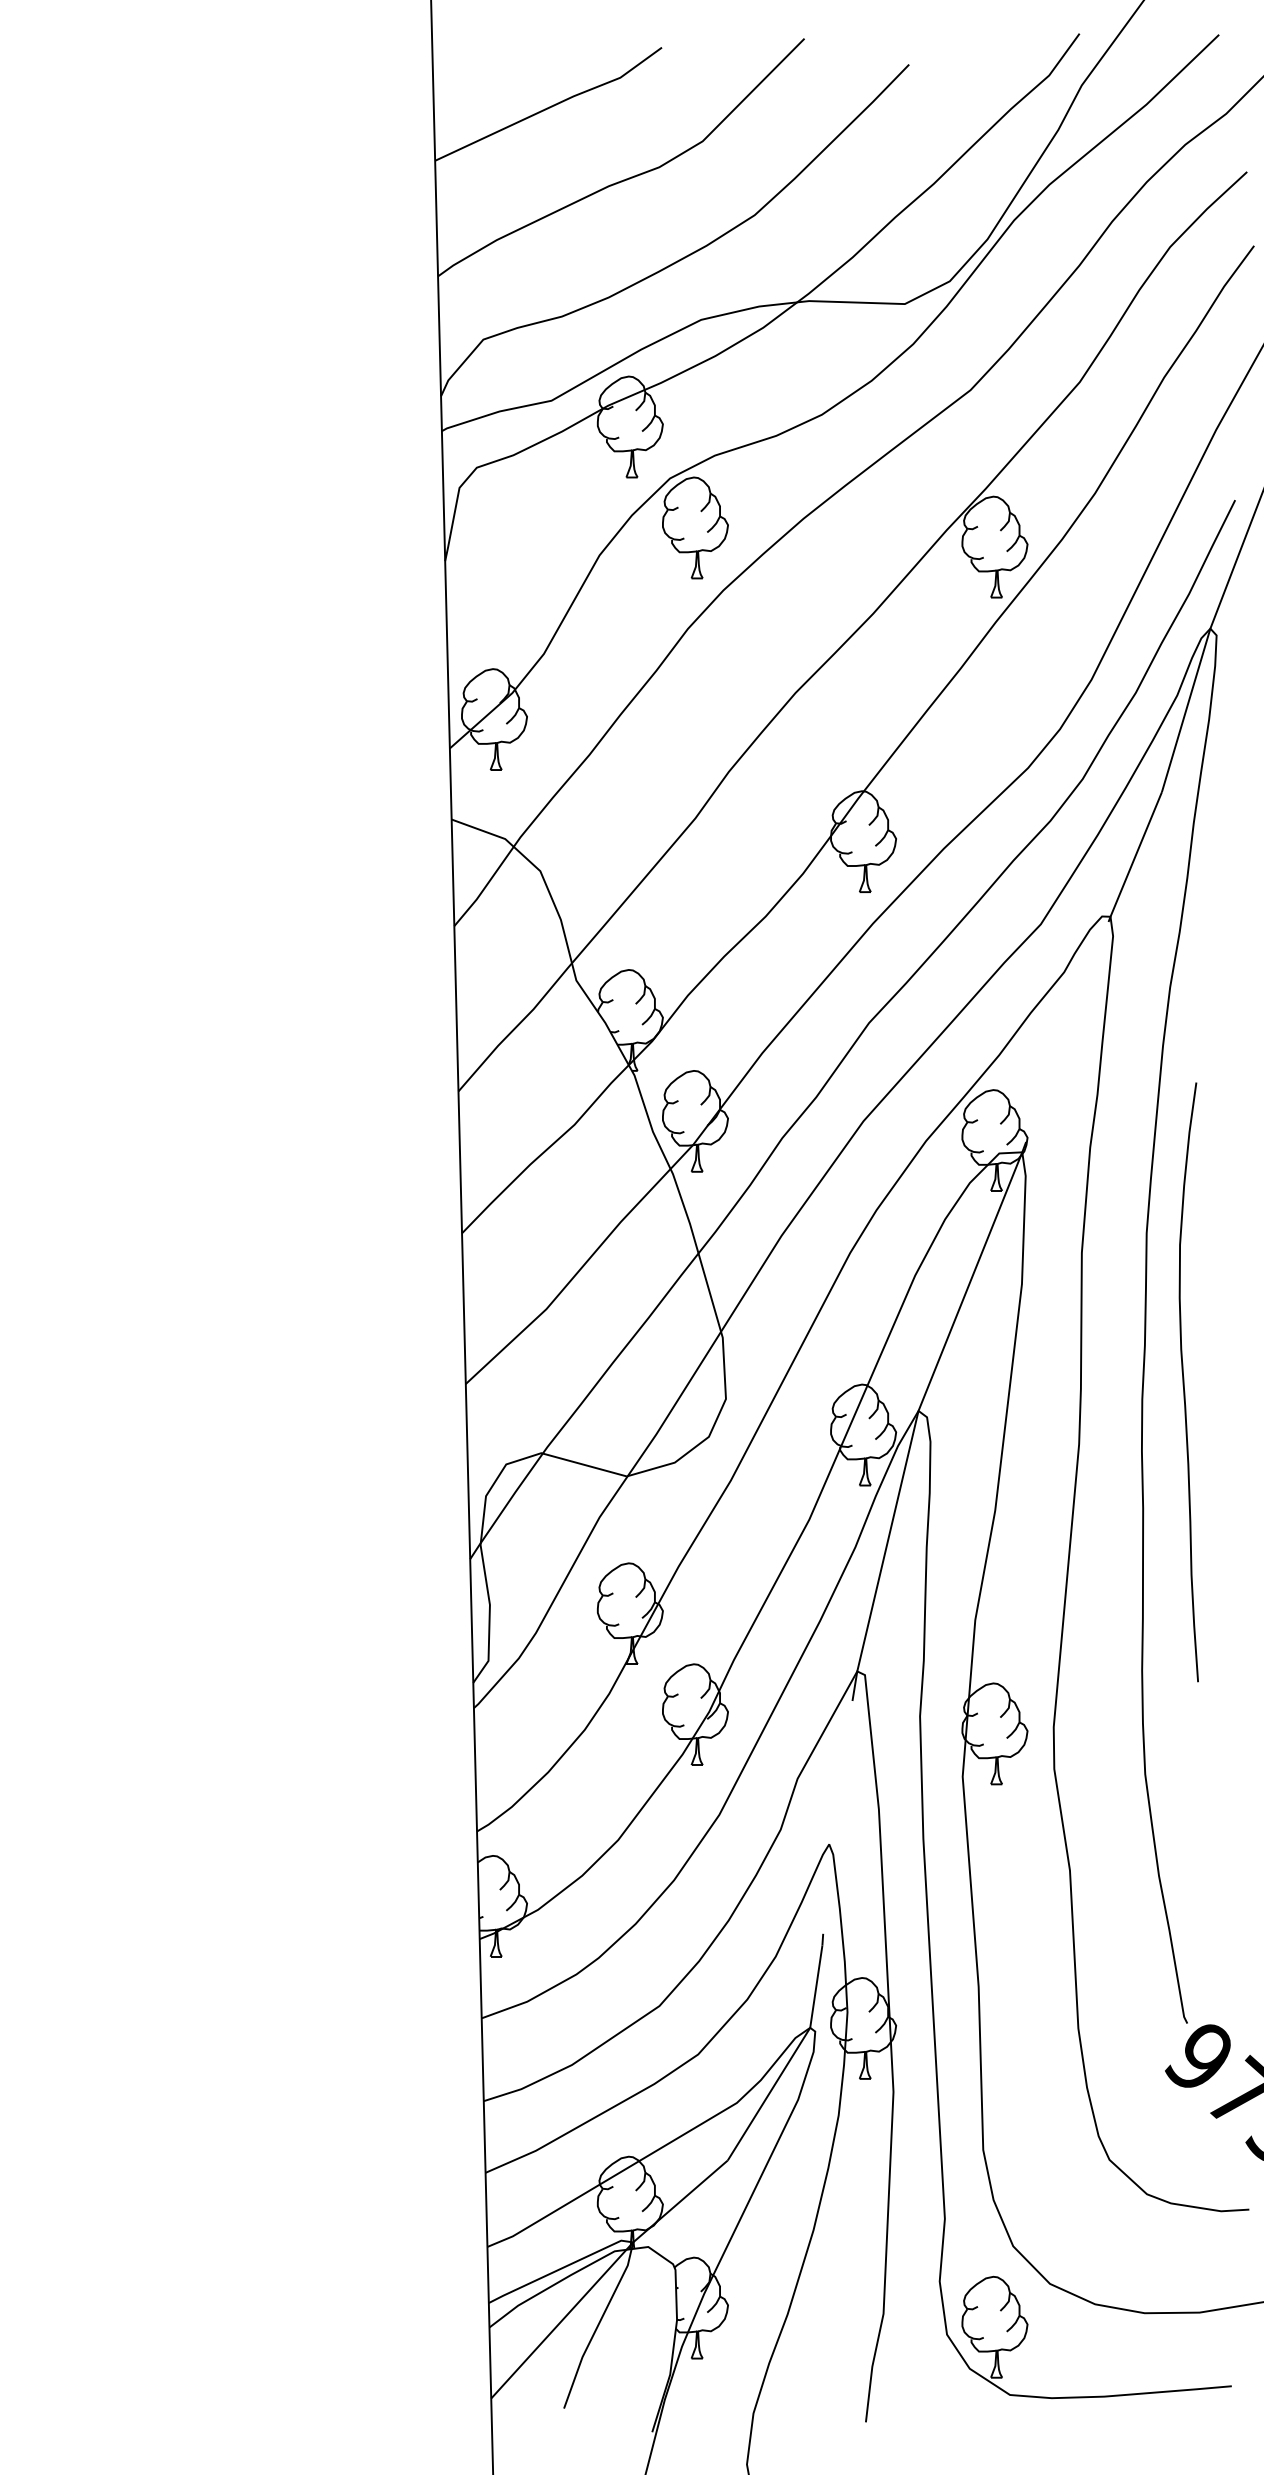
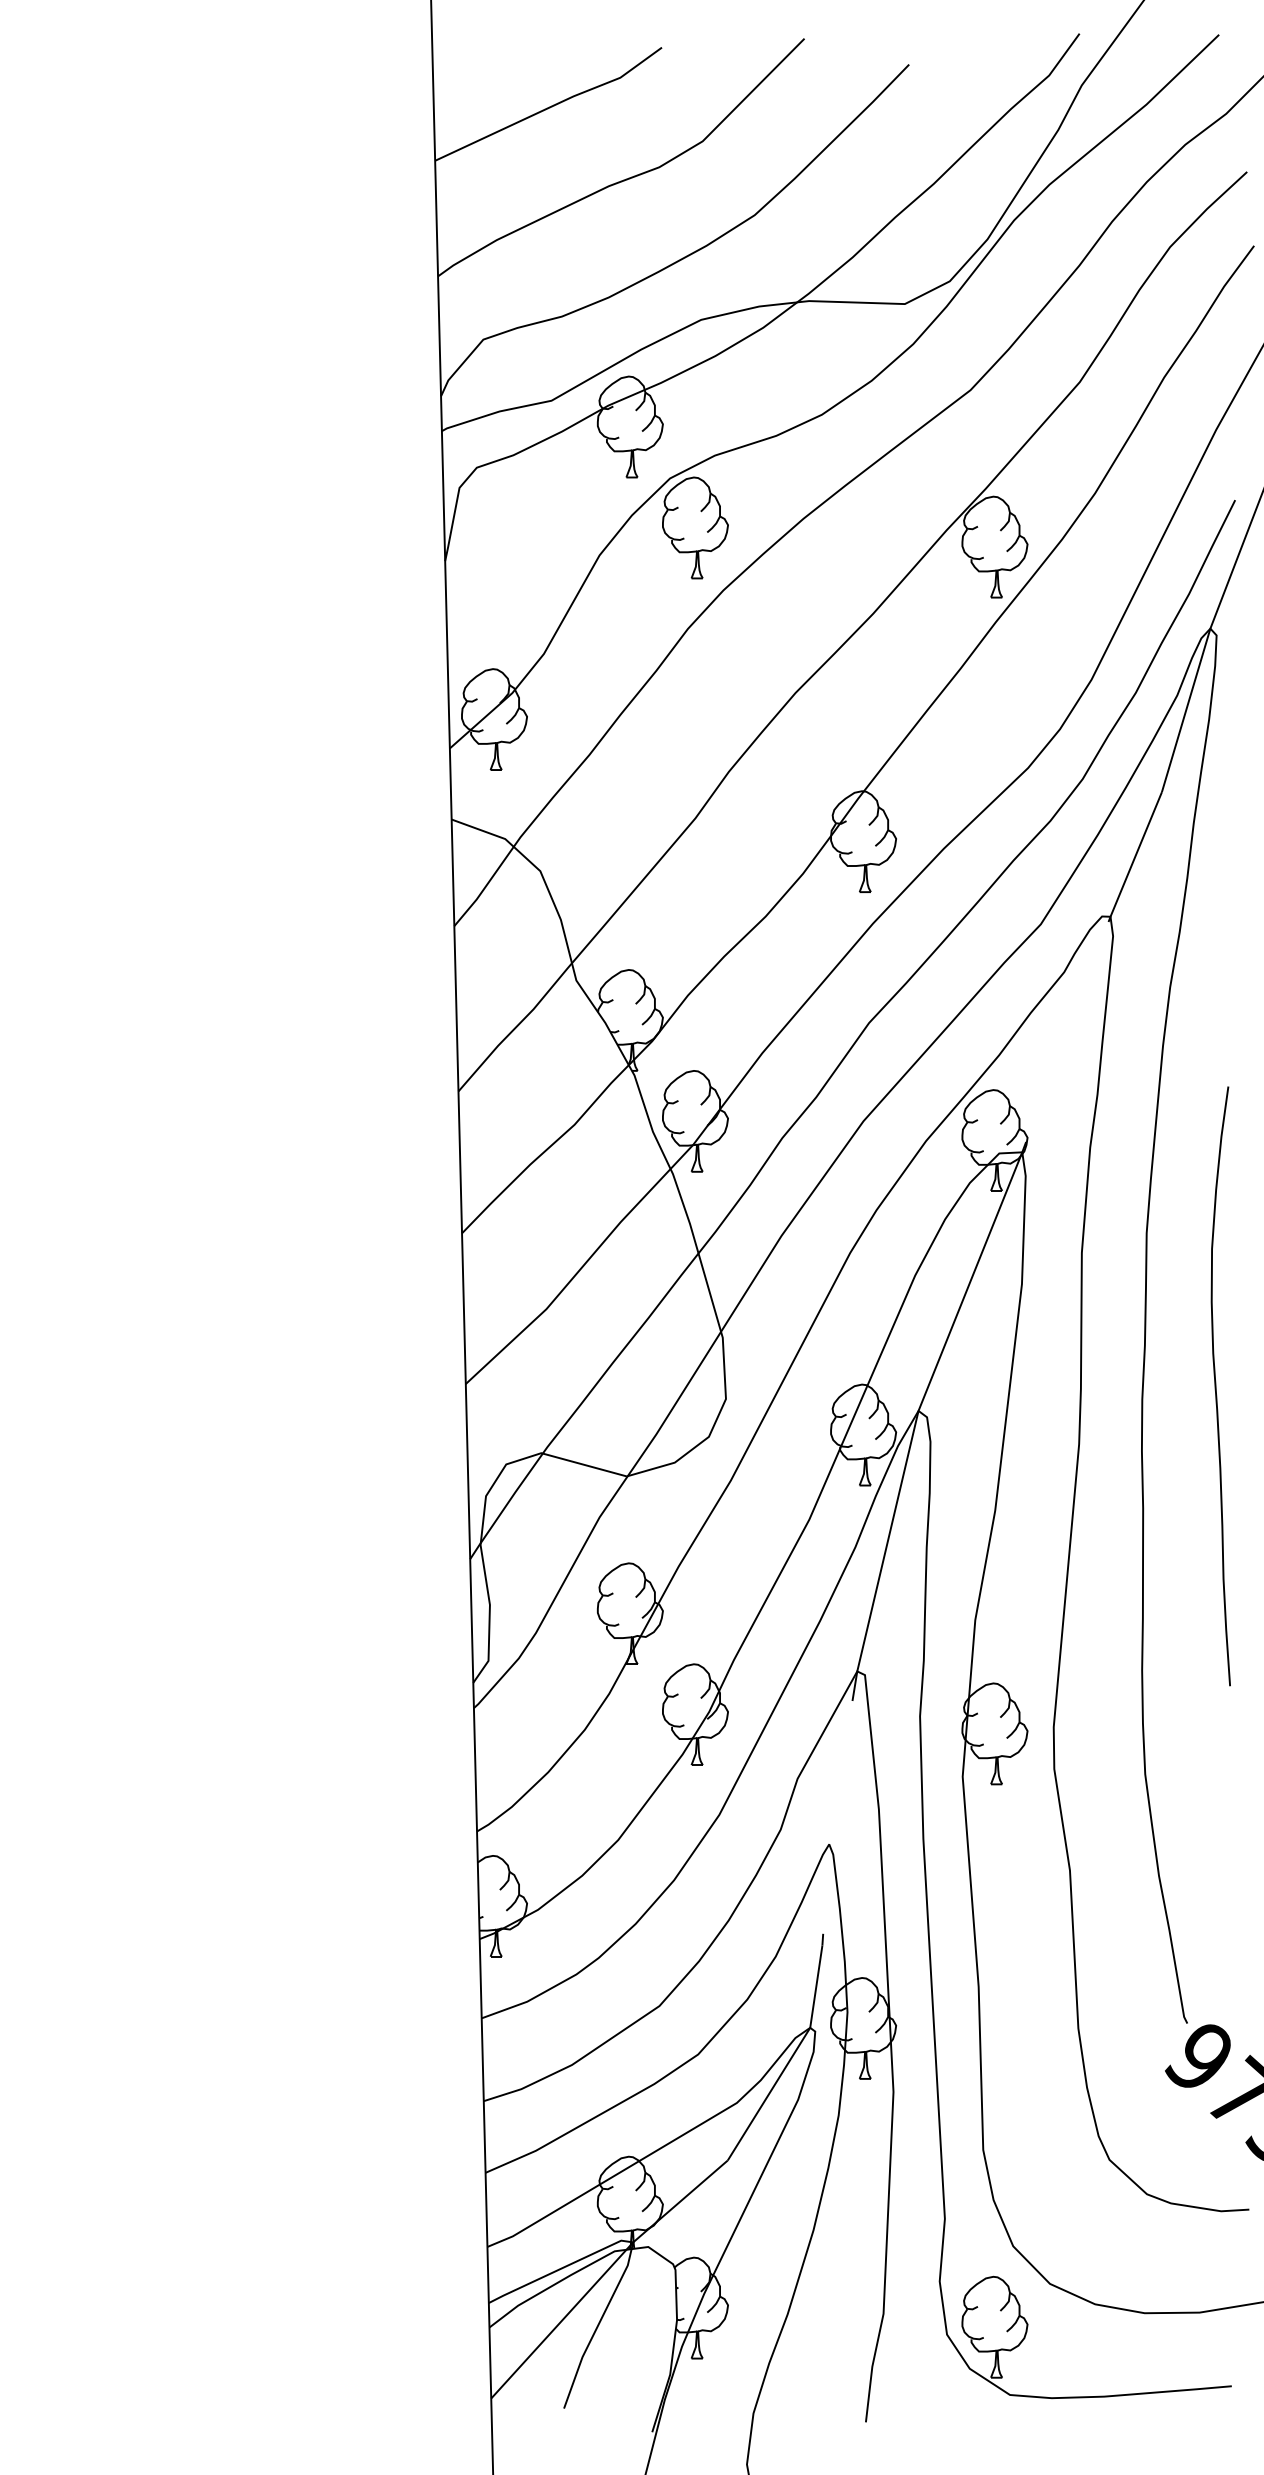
curve at (1184, 1382) position: (1184, 1382) -> (1216, 1386)
